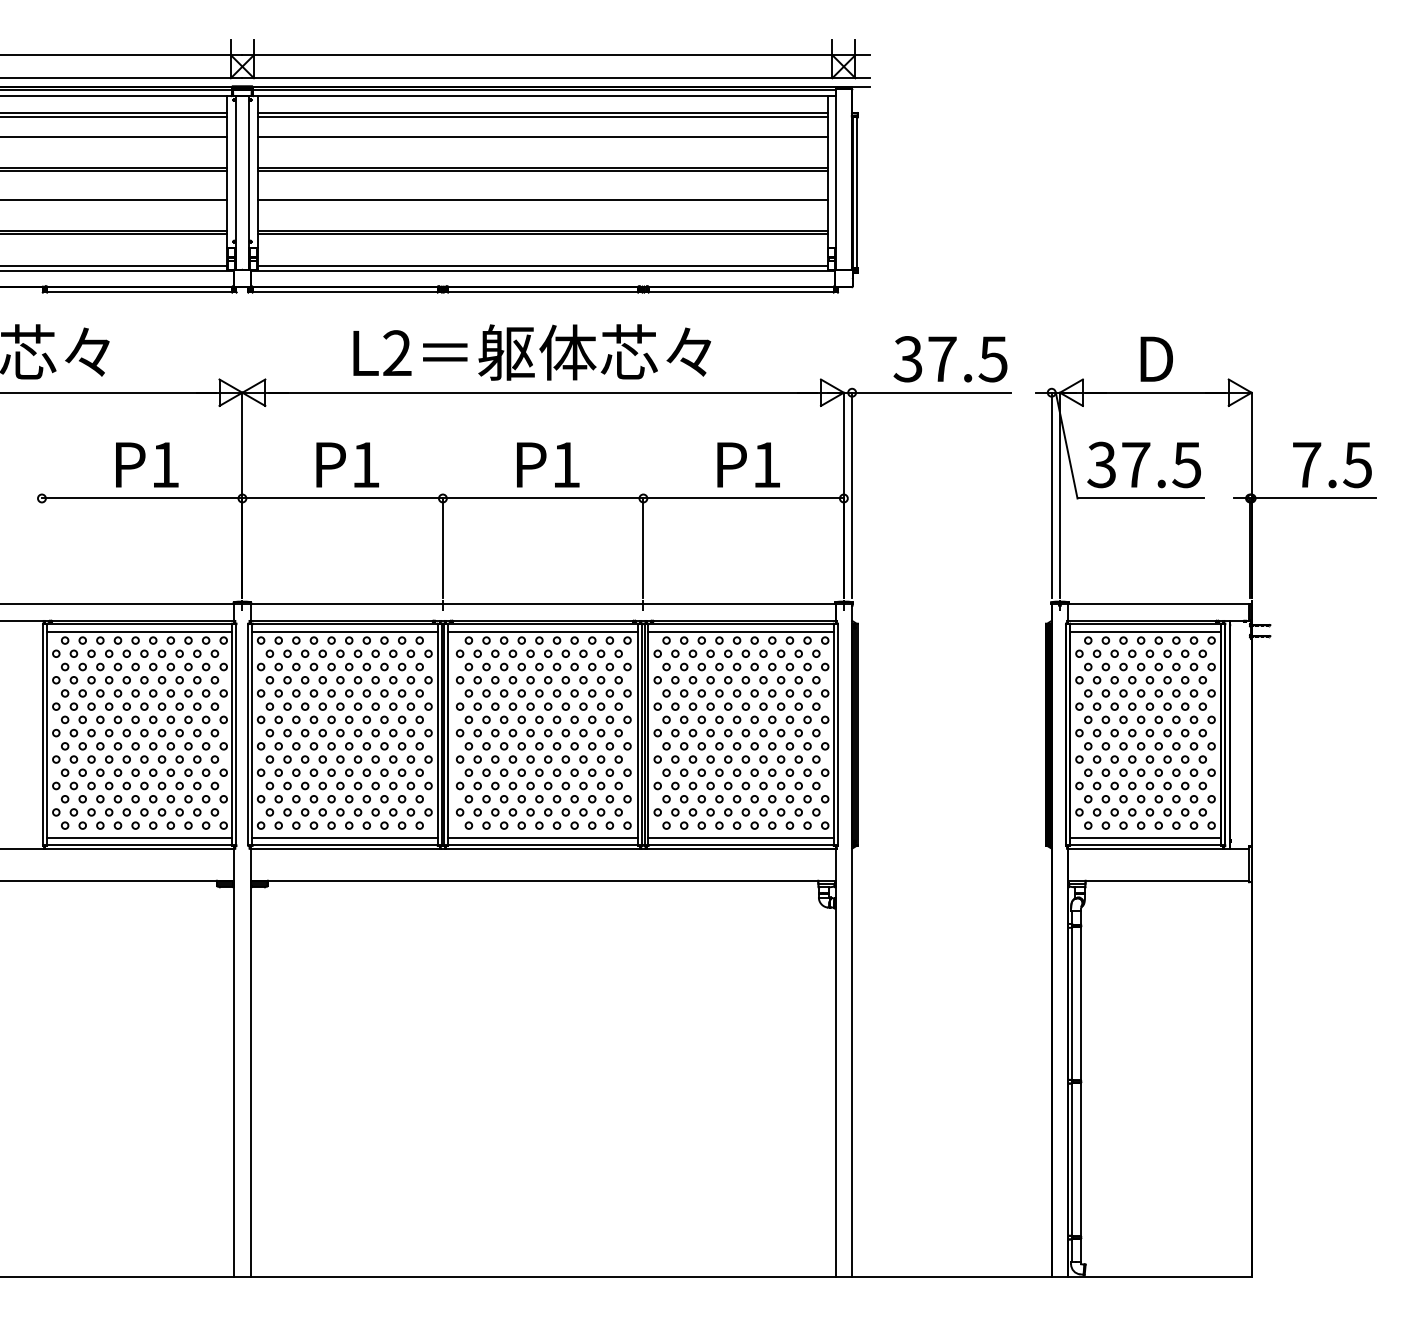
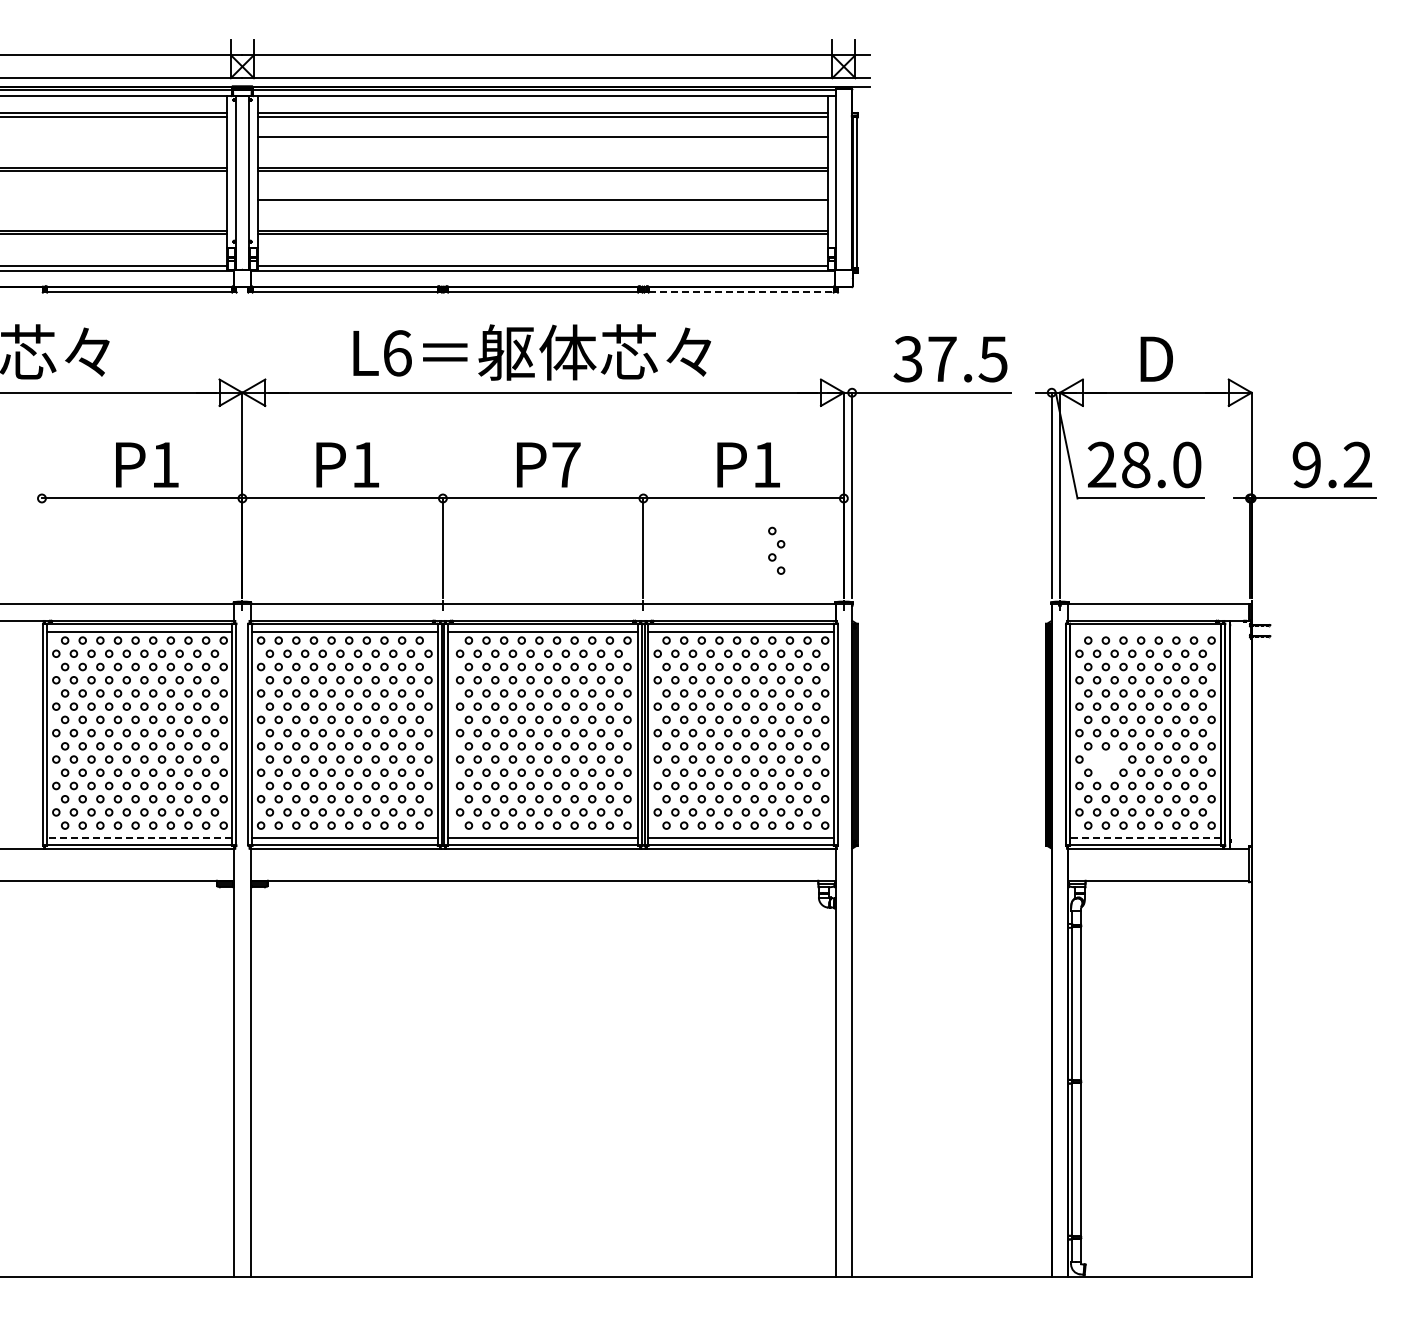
line at (114, 136): present -> none
line at (114, 199): present -> none
line at (741, 291): solid -> dashed
text at (397, 353): L2 -> L6
text at (566, 464): P1 -> P7
text at (1144, 464): 37.5 -> 28.0
text at (1332, 464): 7.5 -> 9.2
part at (776, 550): none -> present
line at (1145, 631): present -> none
part at (1105, 765): present -> none
line at (139, 837): solid -> dashed
line at (1145, 837): solid -> dashed
